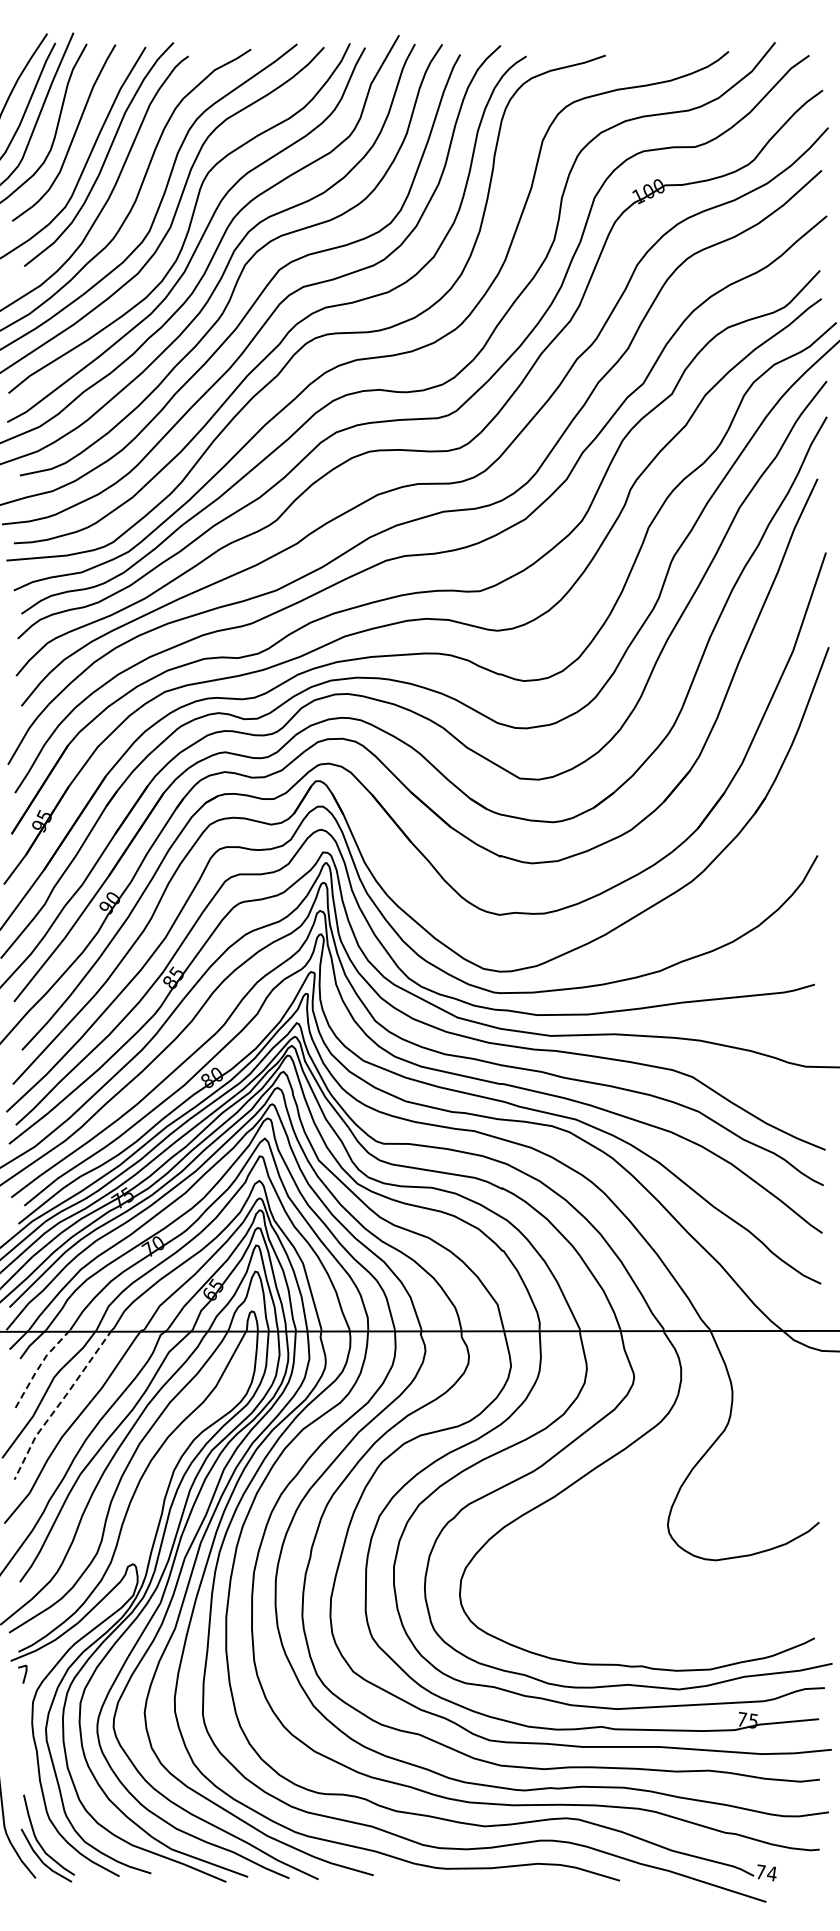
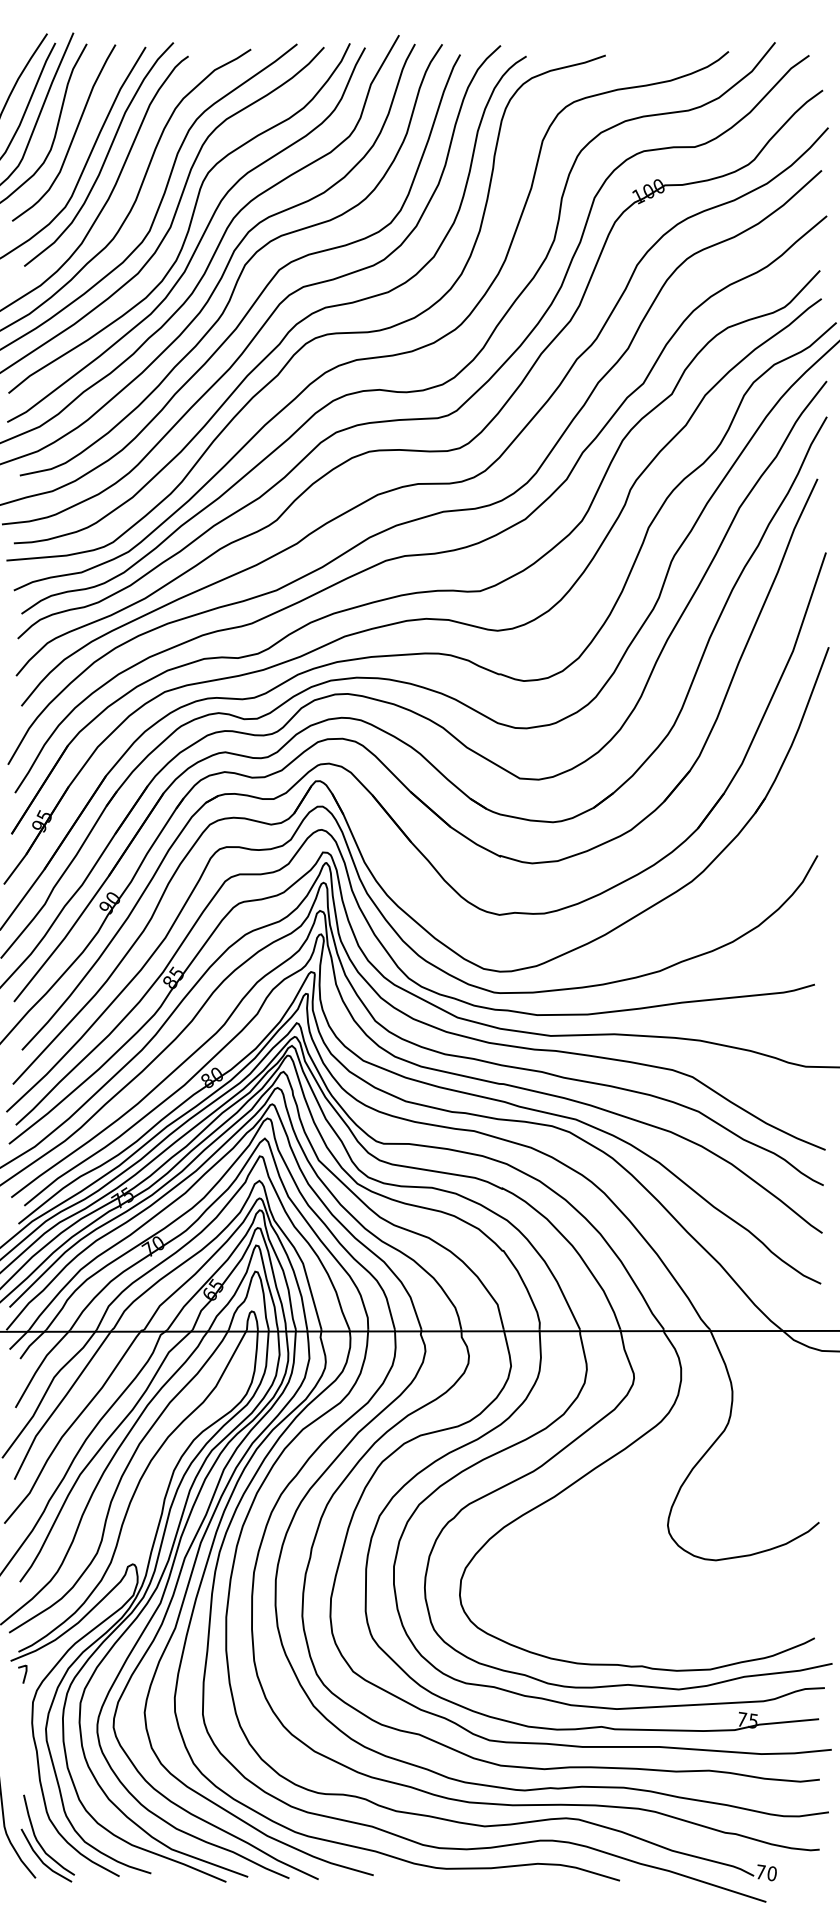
line at (39, 1366): dashed -> solid
line at (59, 1403): dashed -> solid
text at (771, 1873): 74 -> 70
